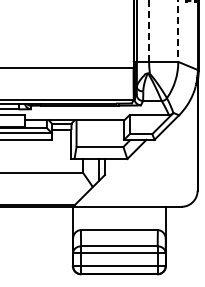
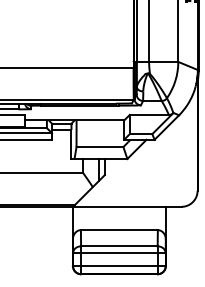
line at (149, 31): dashed -> solid
line at (178, 31): dashed -> solid
